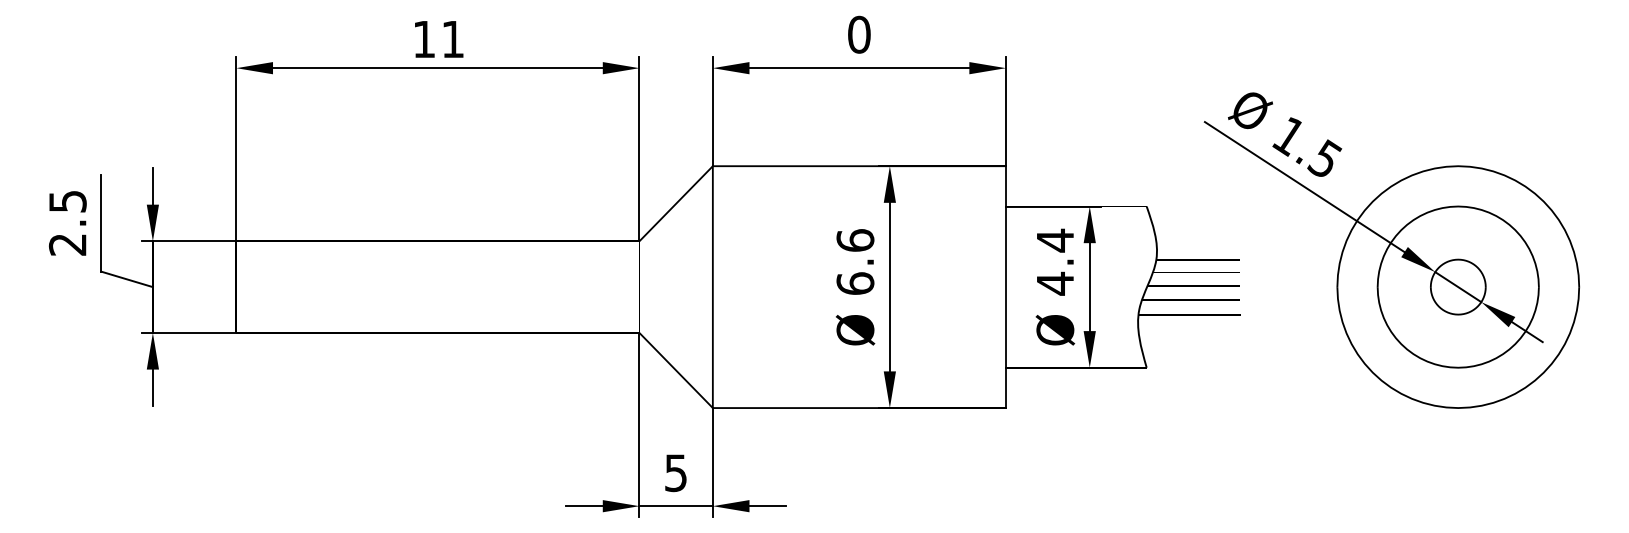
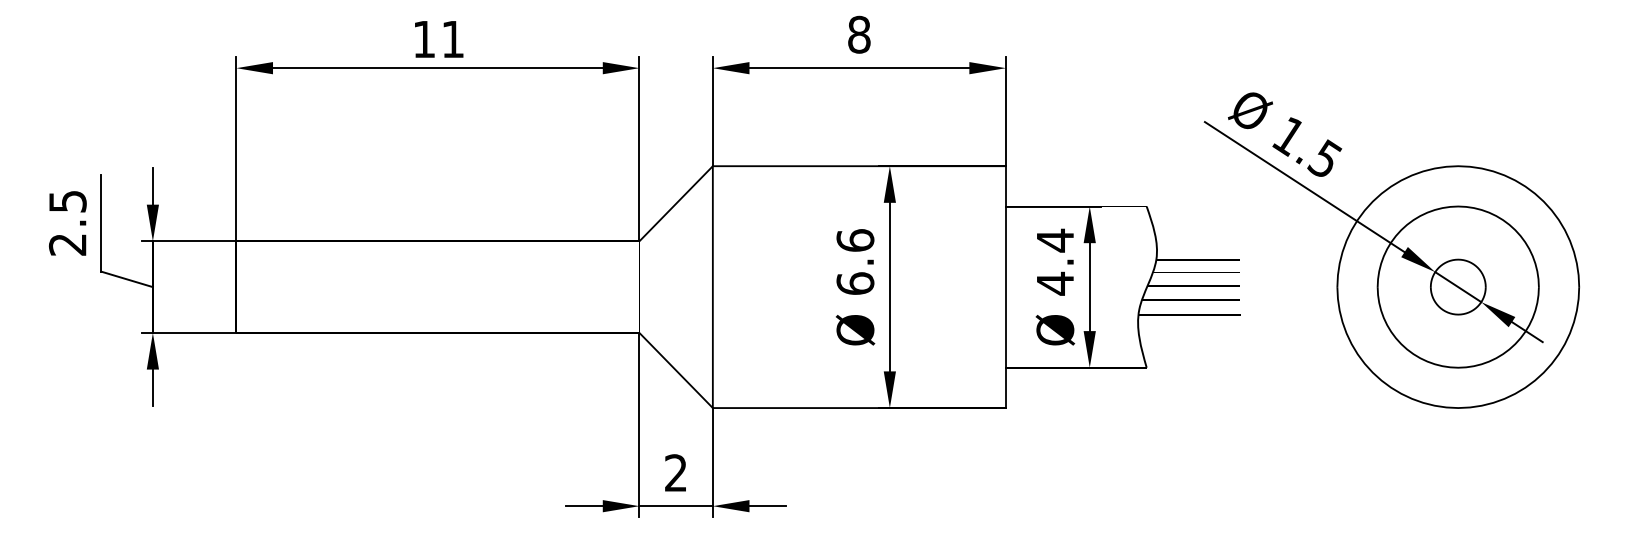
text at (859, 34): 0 -> 8
text at (675, 473): 5 -> 2
